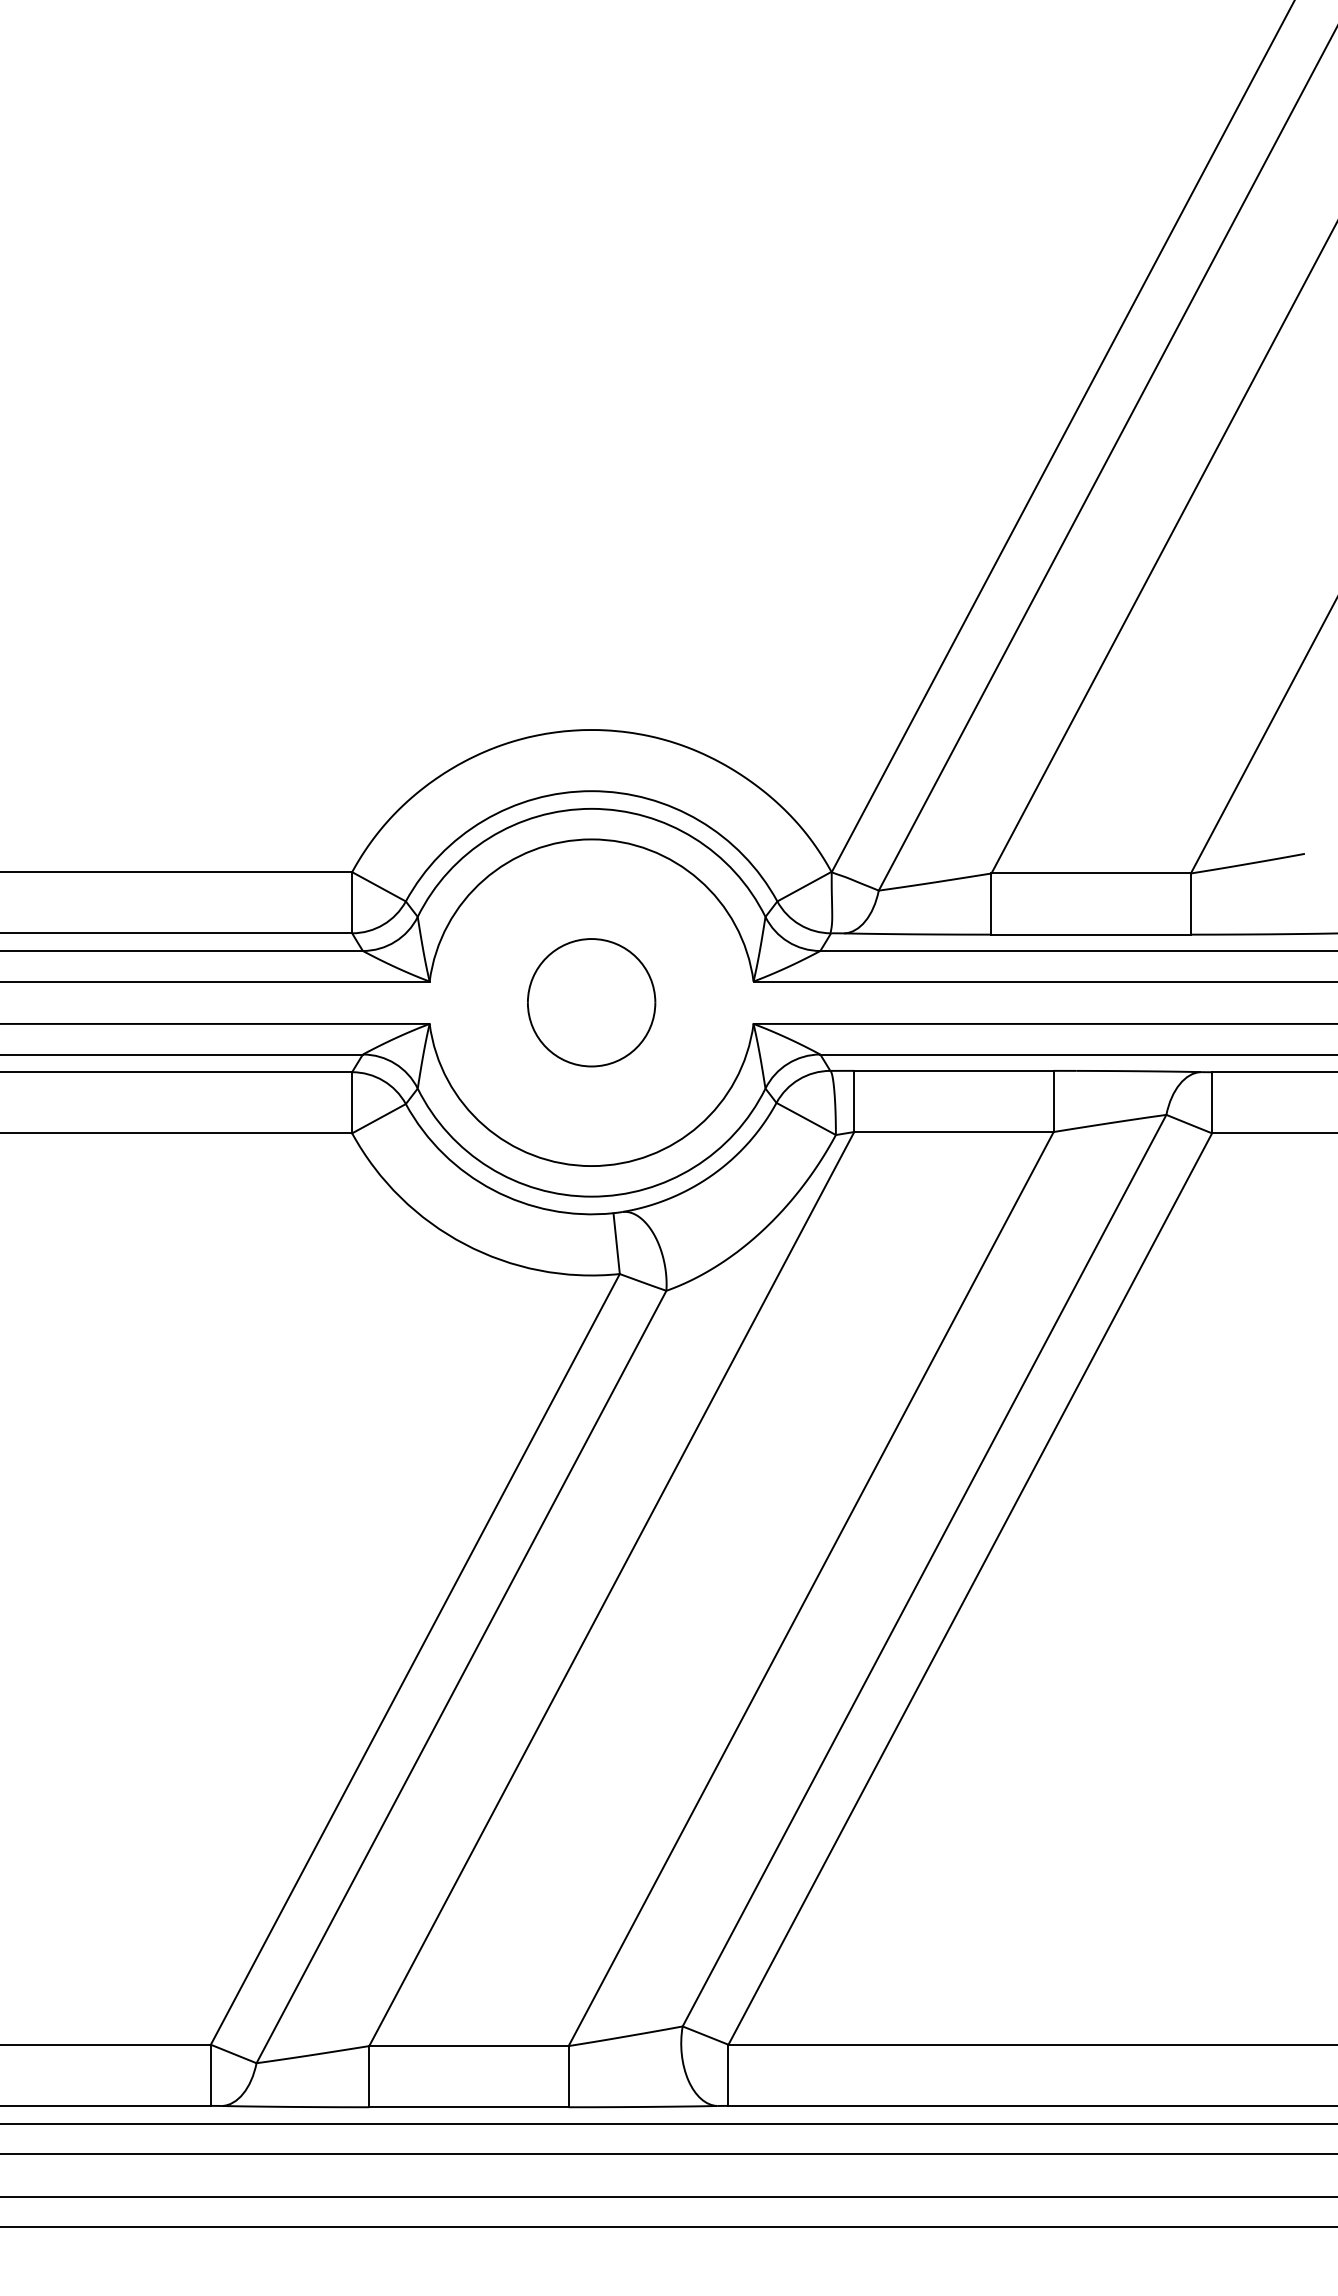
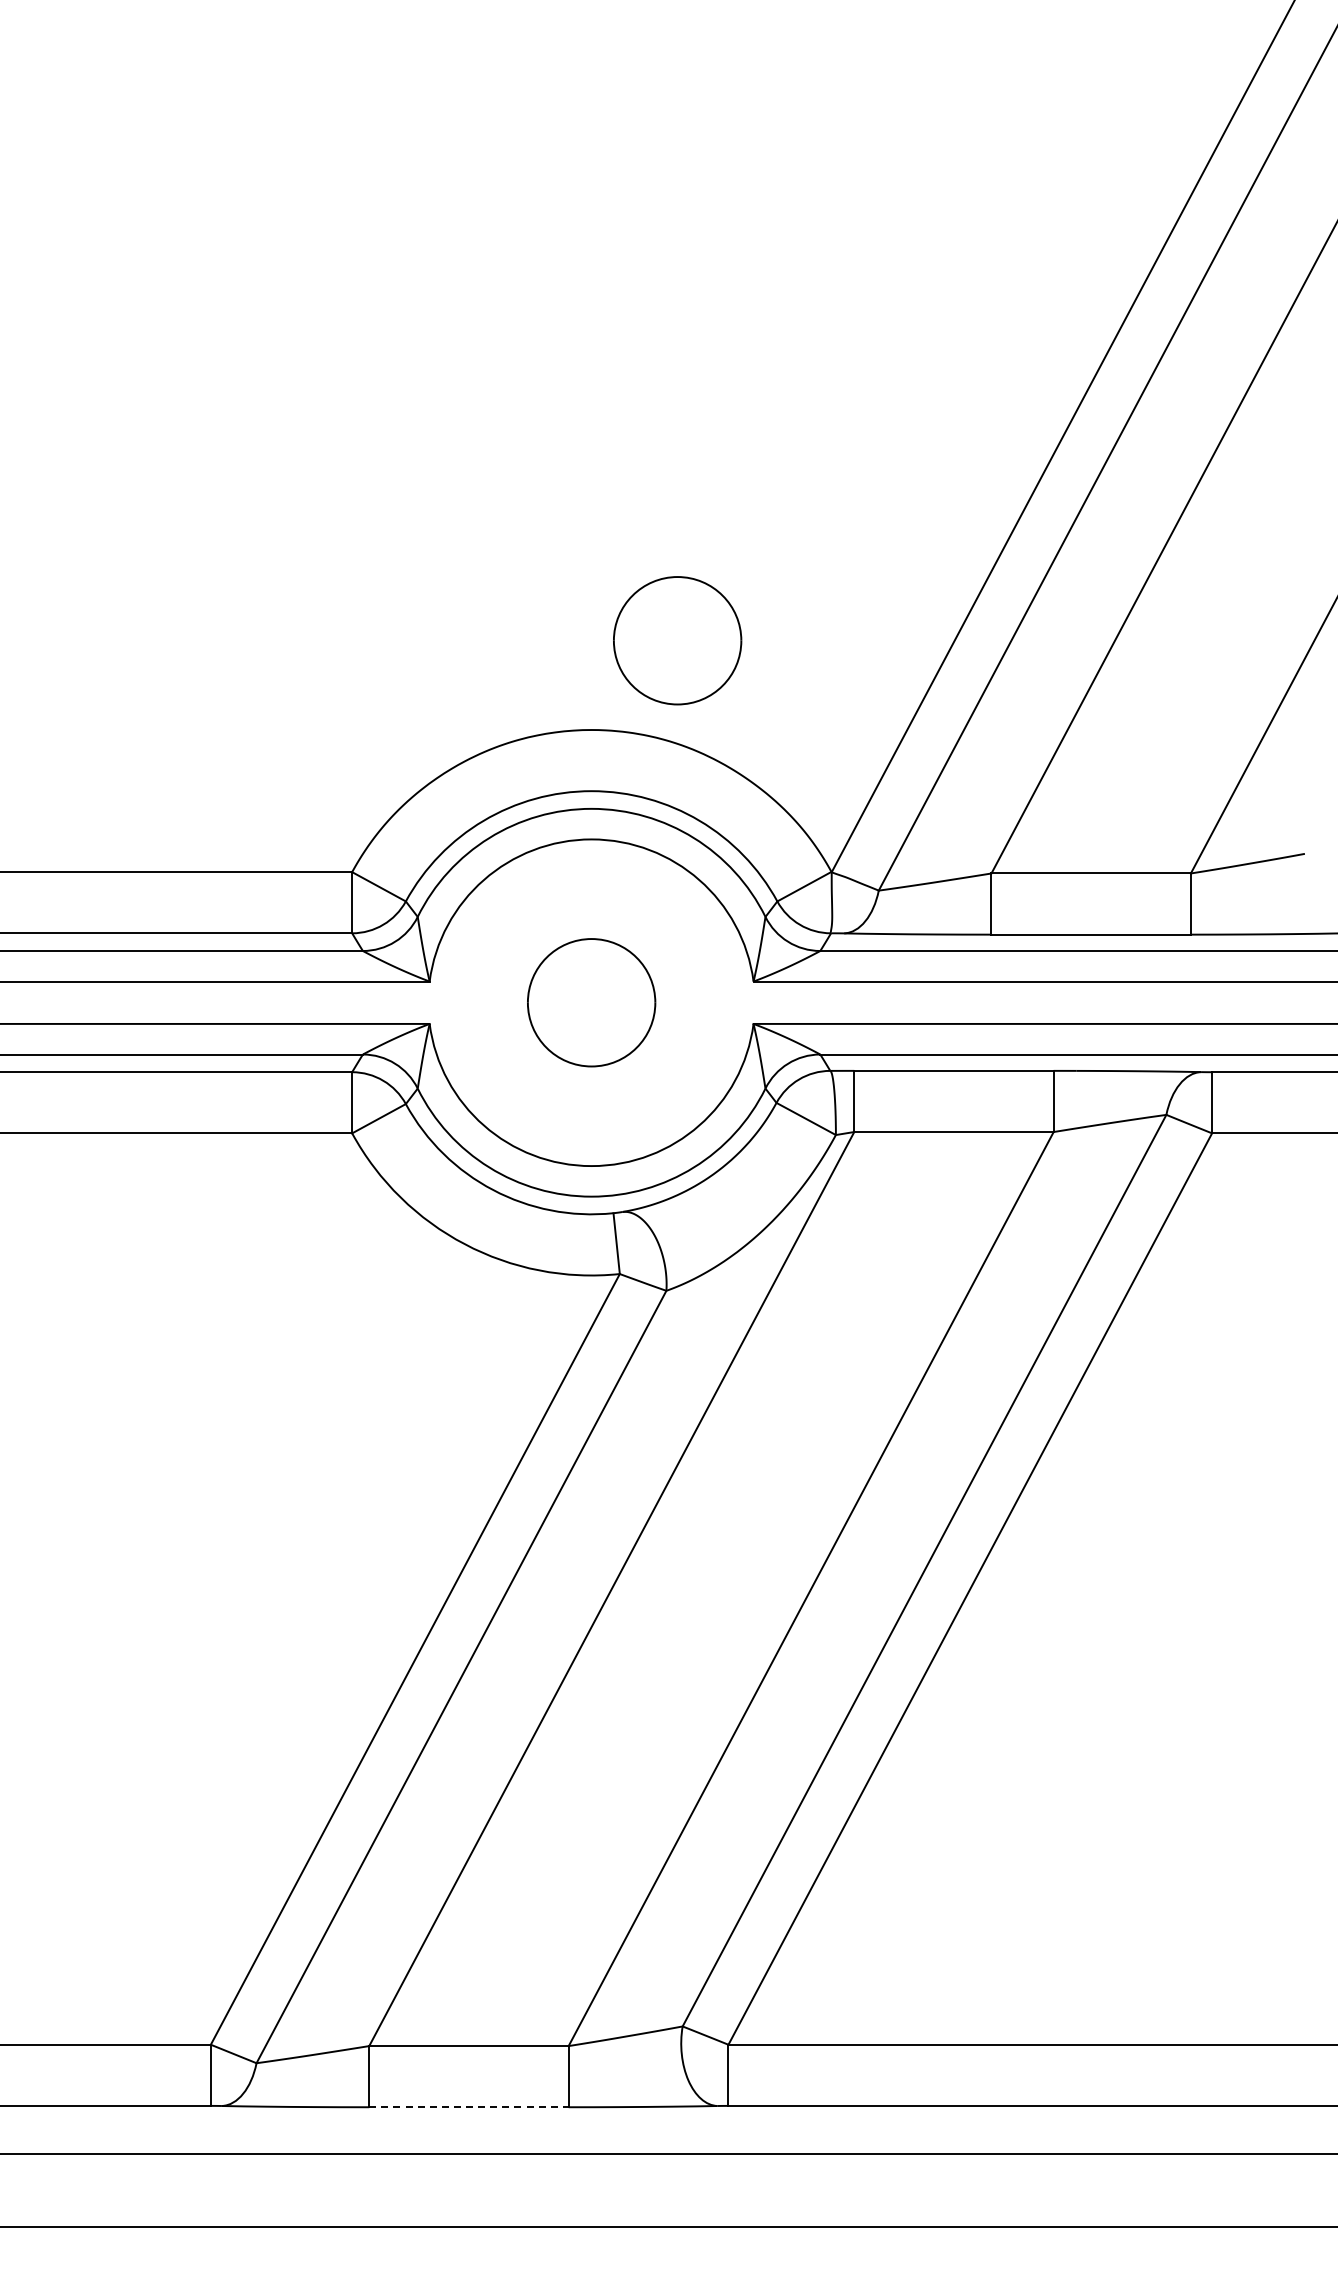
part at (677, 640): none -> present
line at (468, 2107): solid -> dashed
line at (668, 2123): present -> none
line at (668, 2196): present -> none
